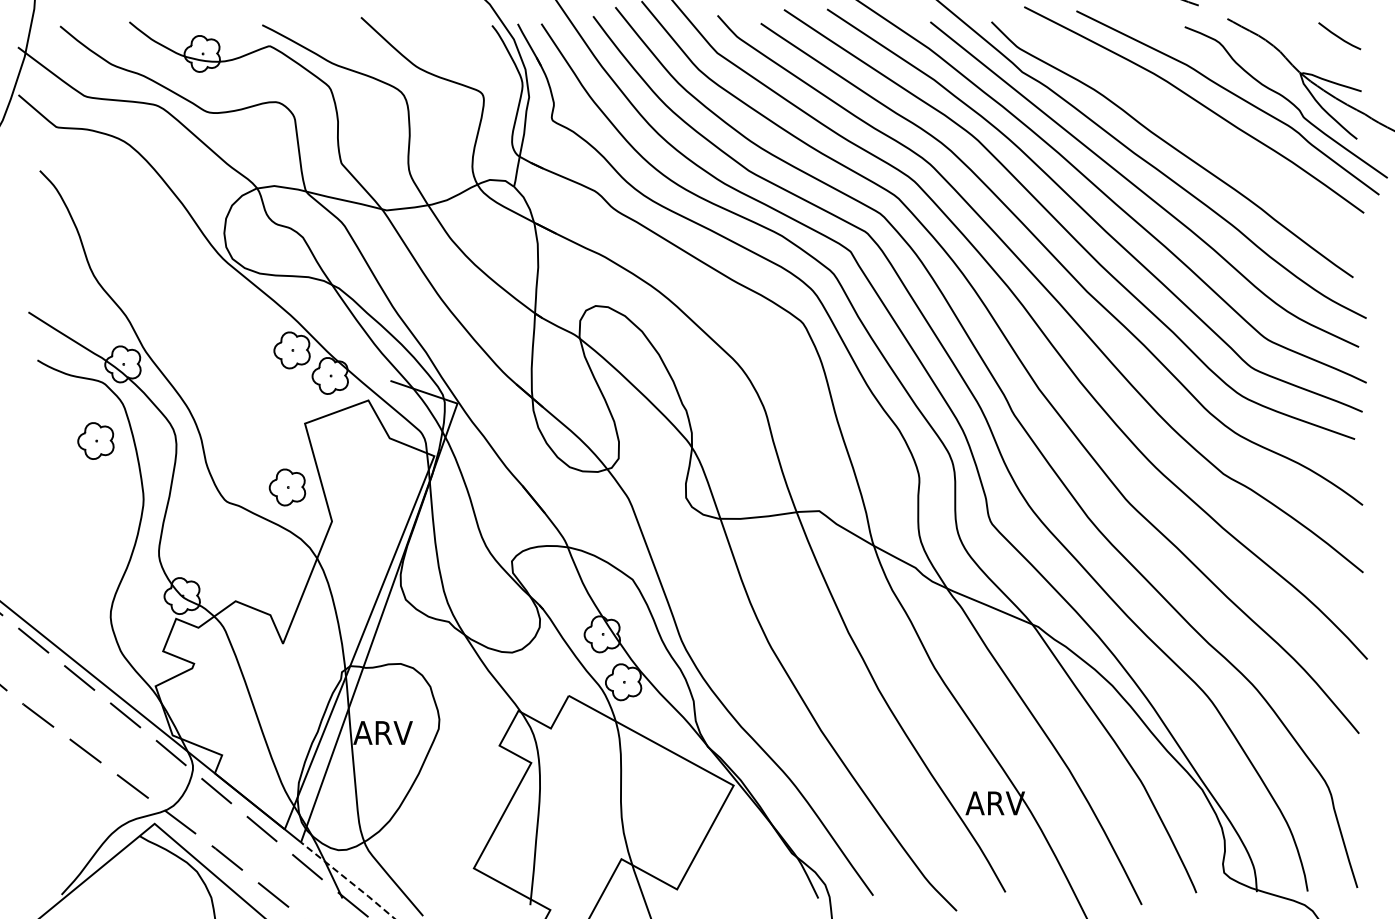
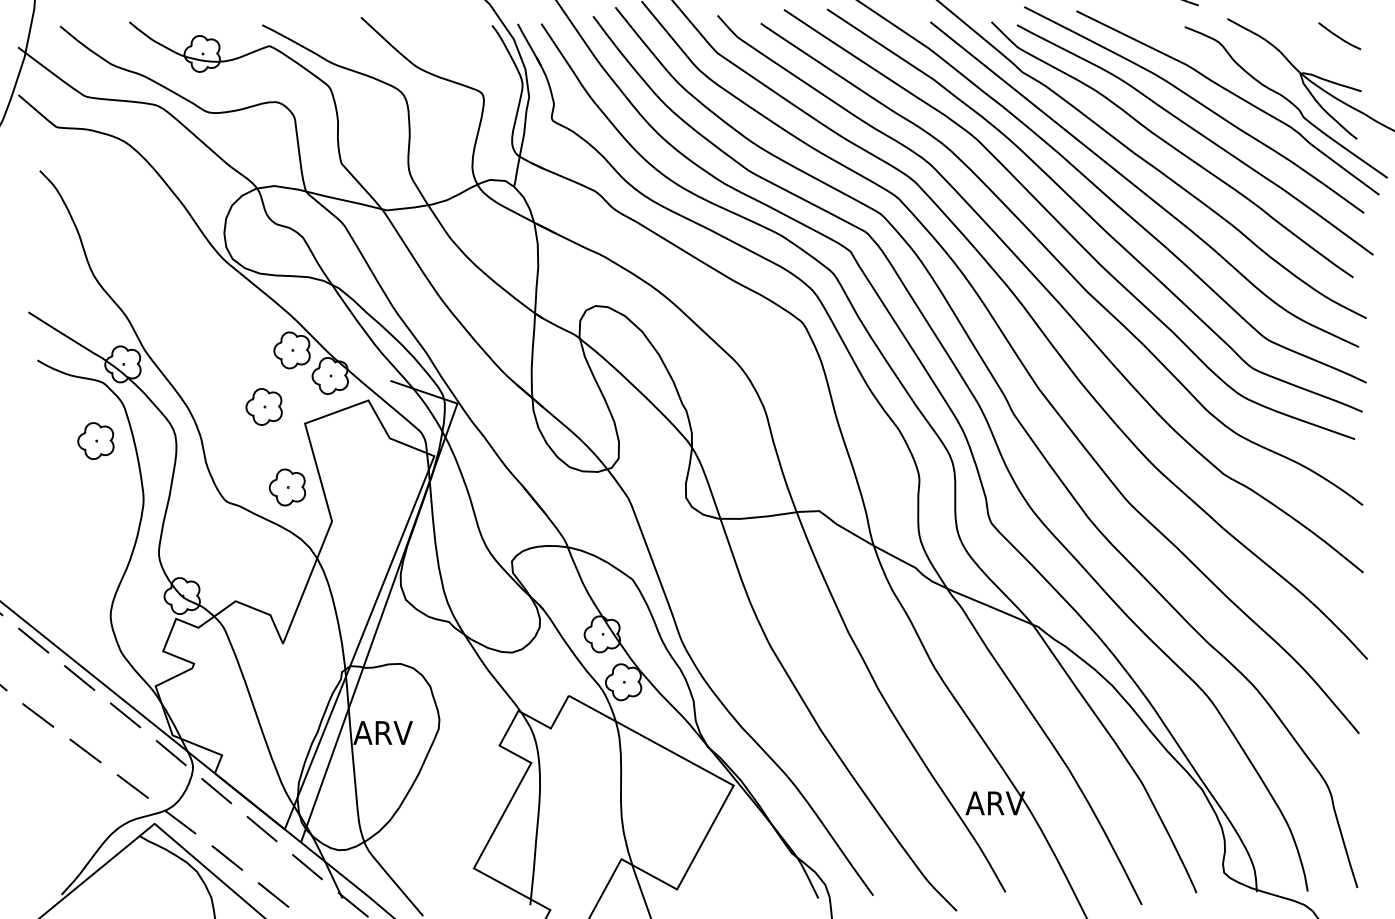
curve at (1197, 133): none -> present
part at (263, 406): none -> present
line at (348, 880): dashed -> solid
